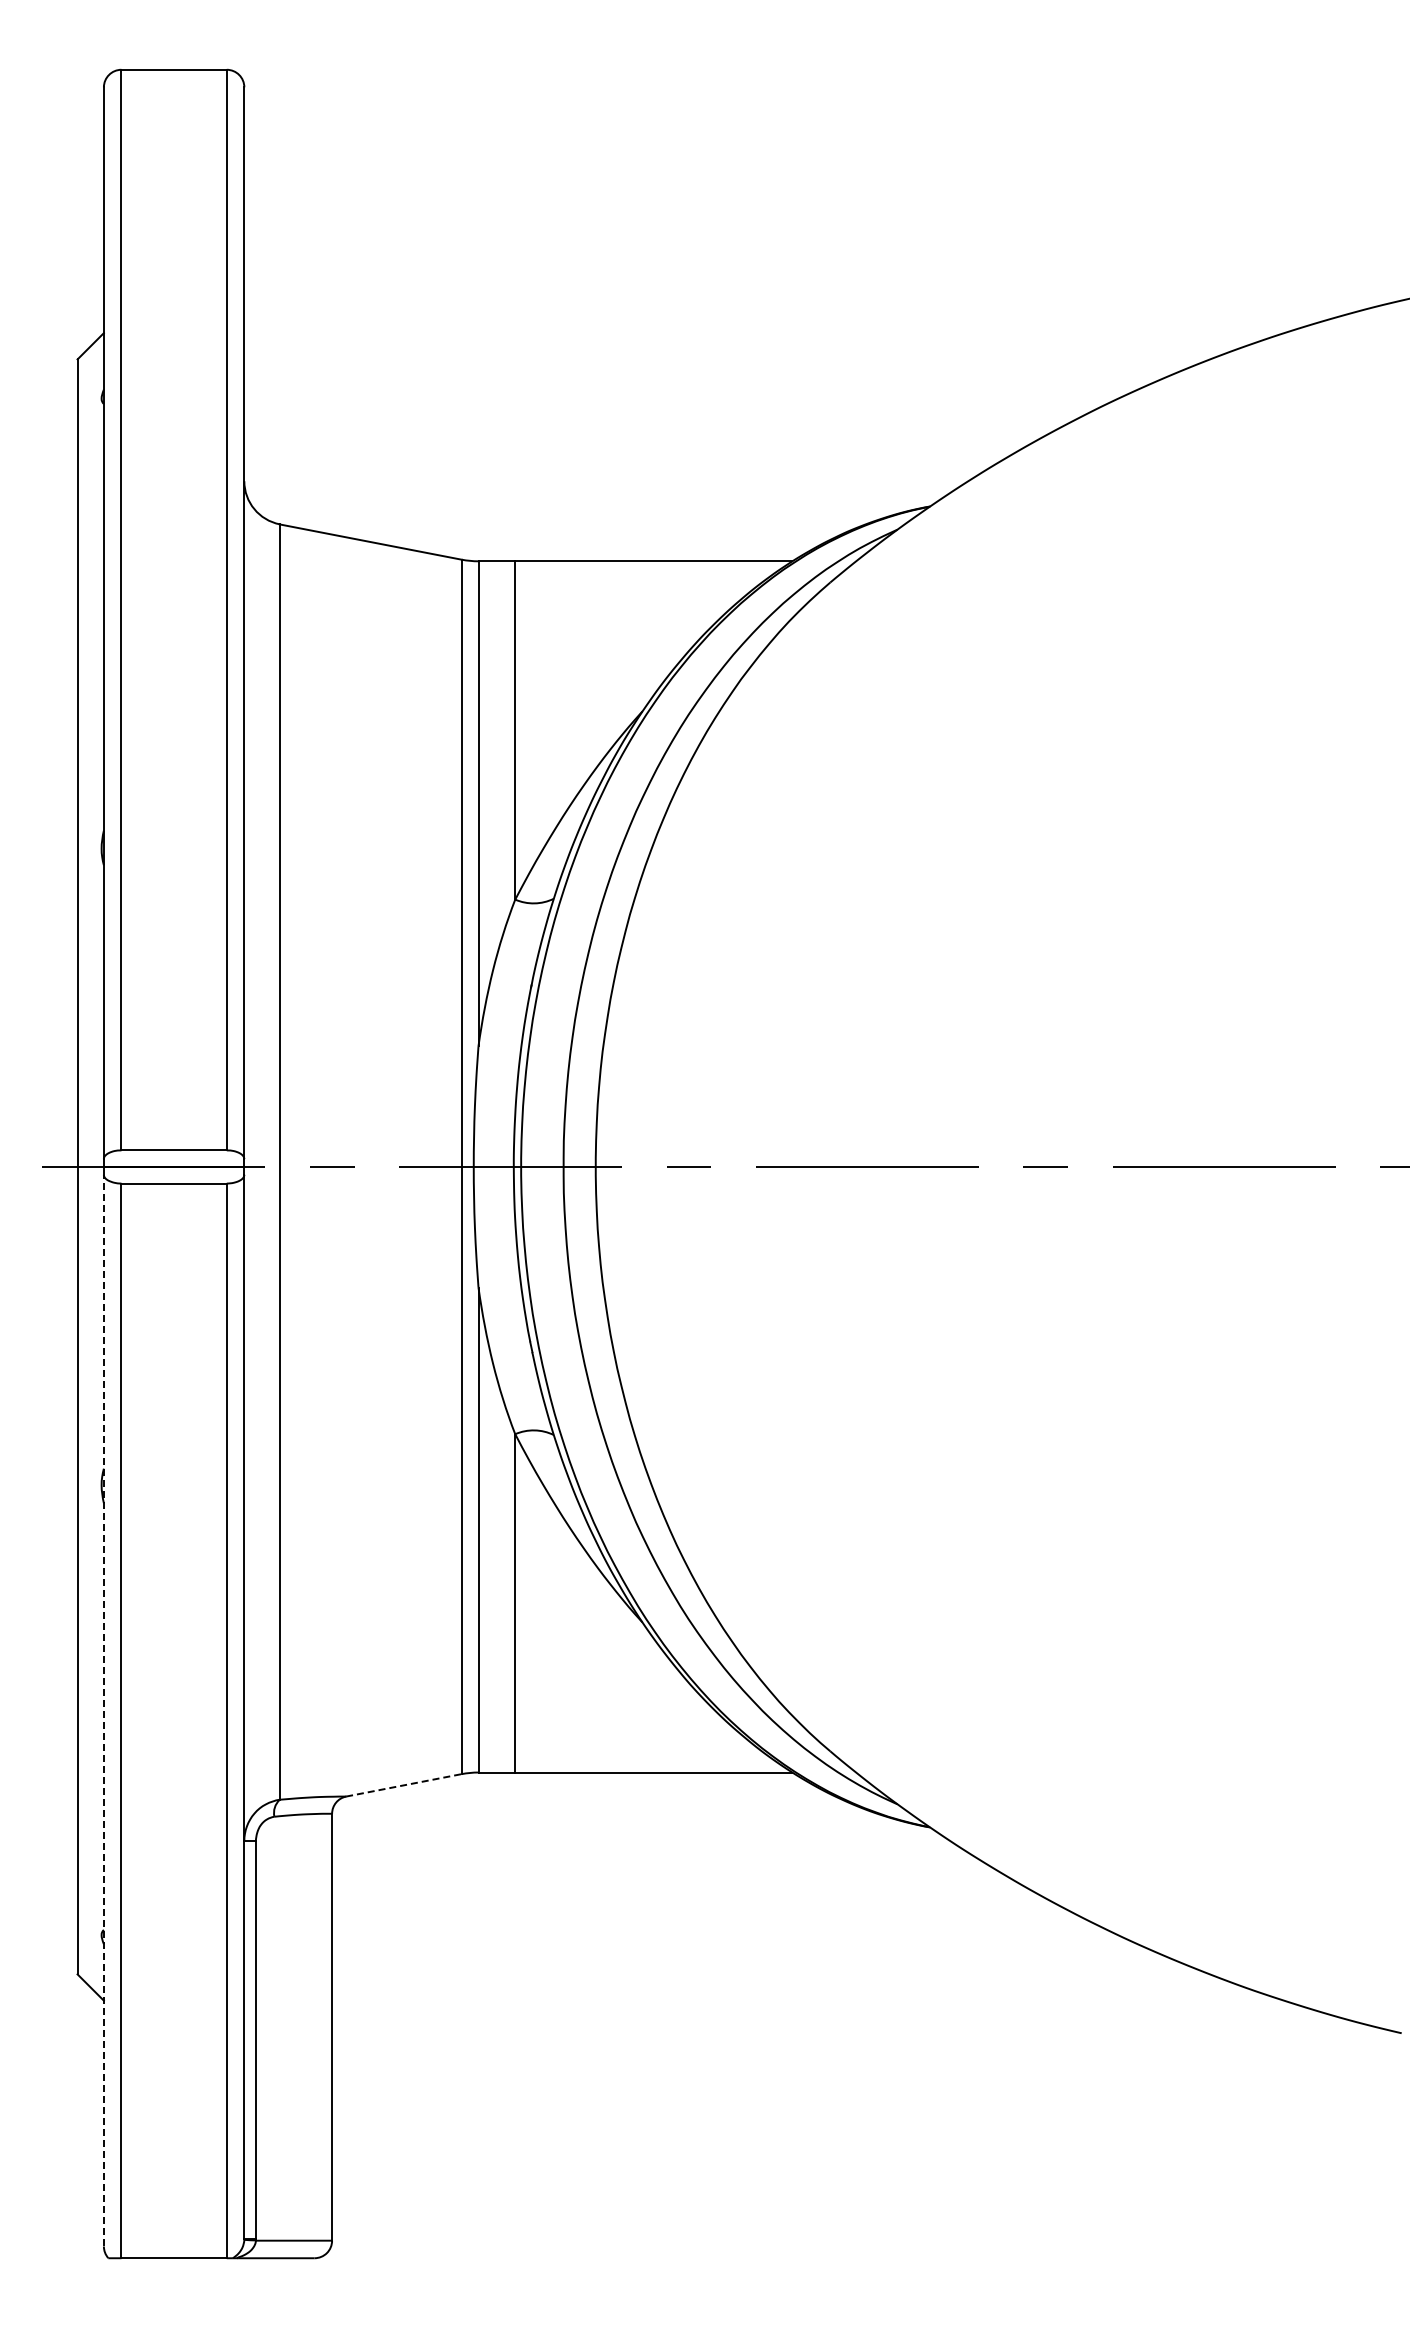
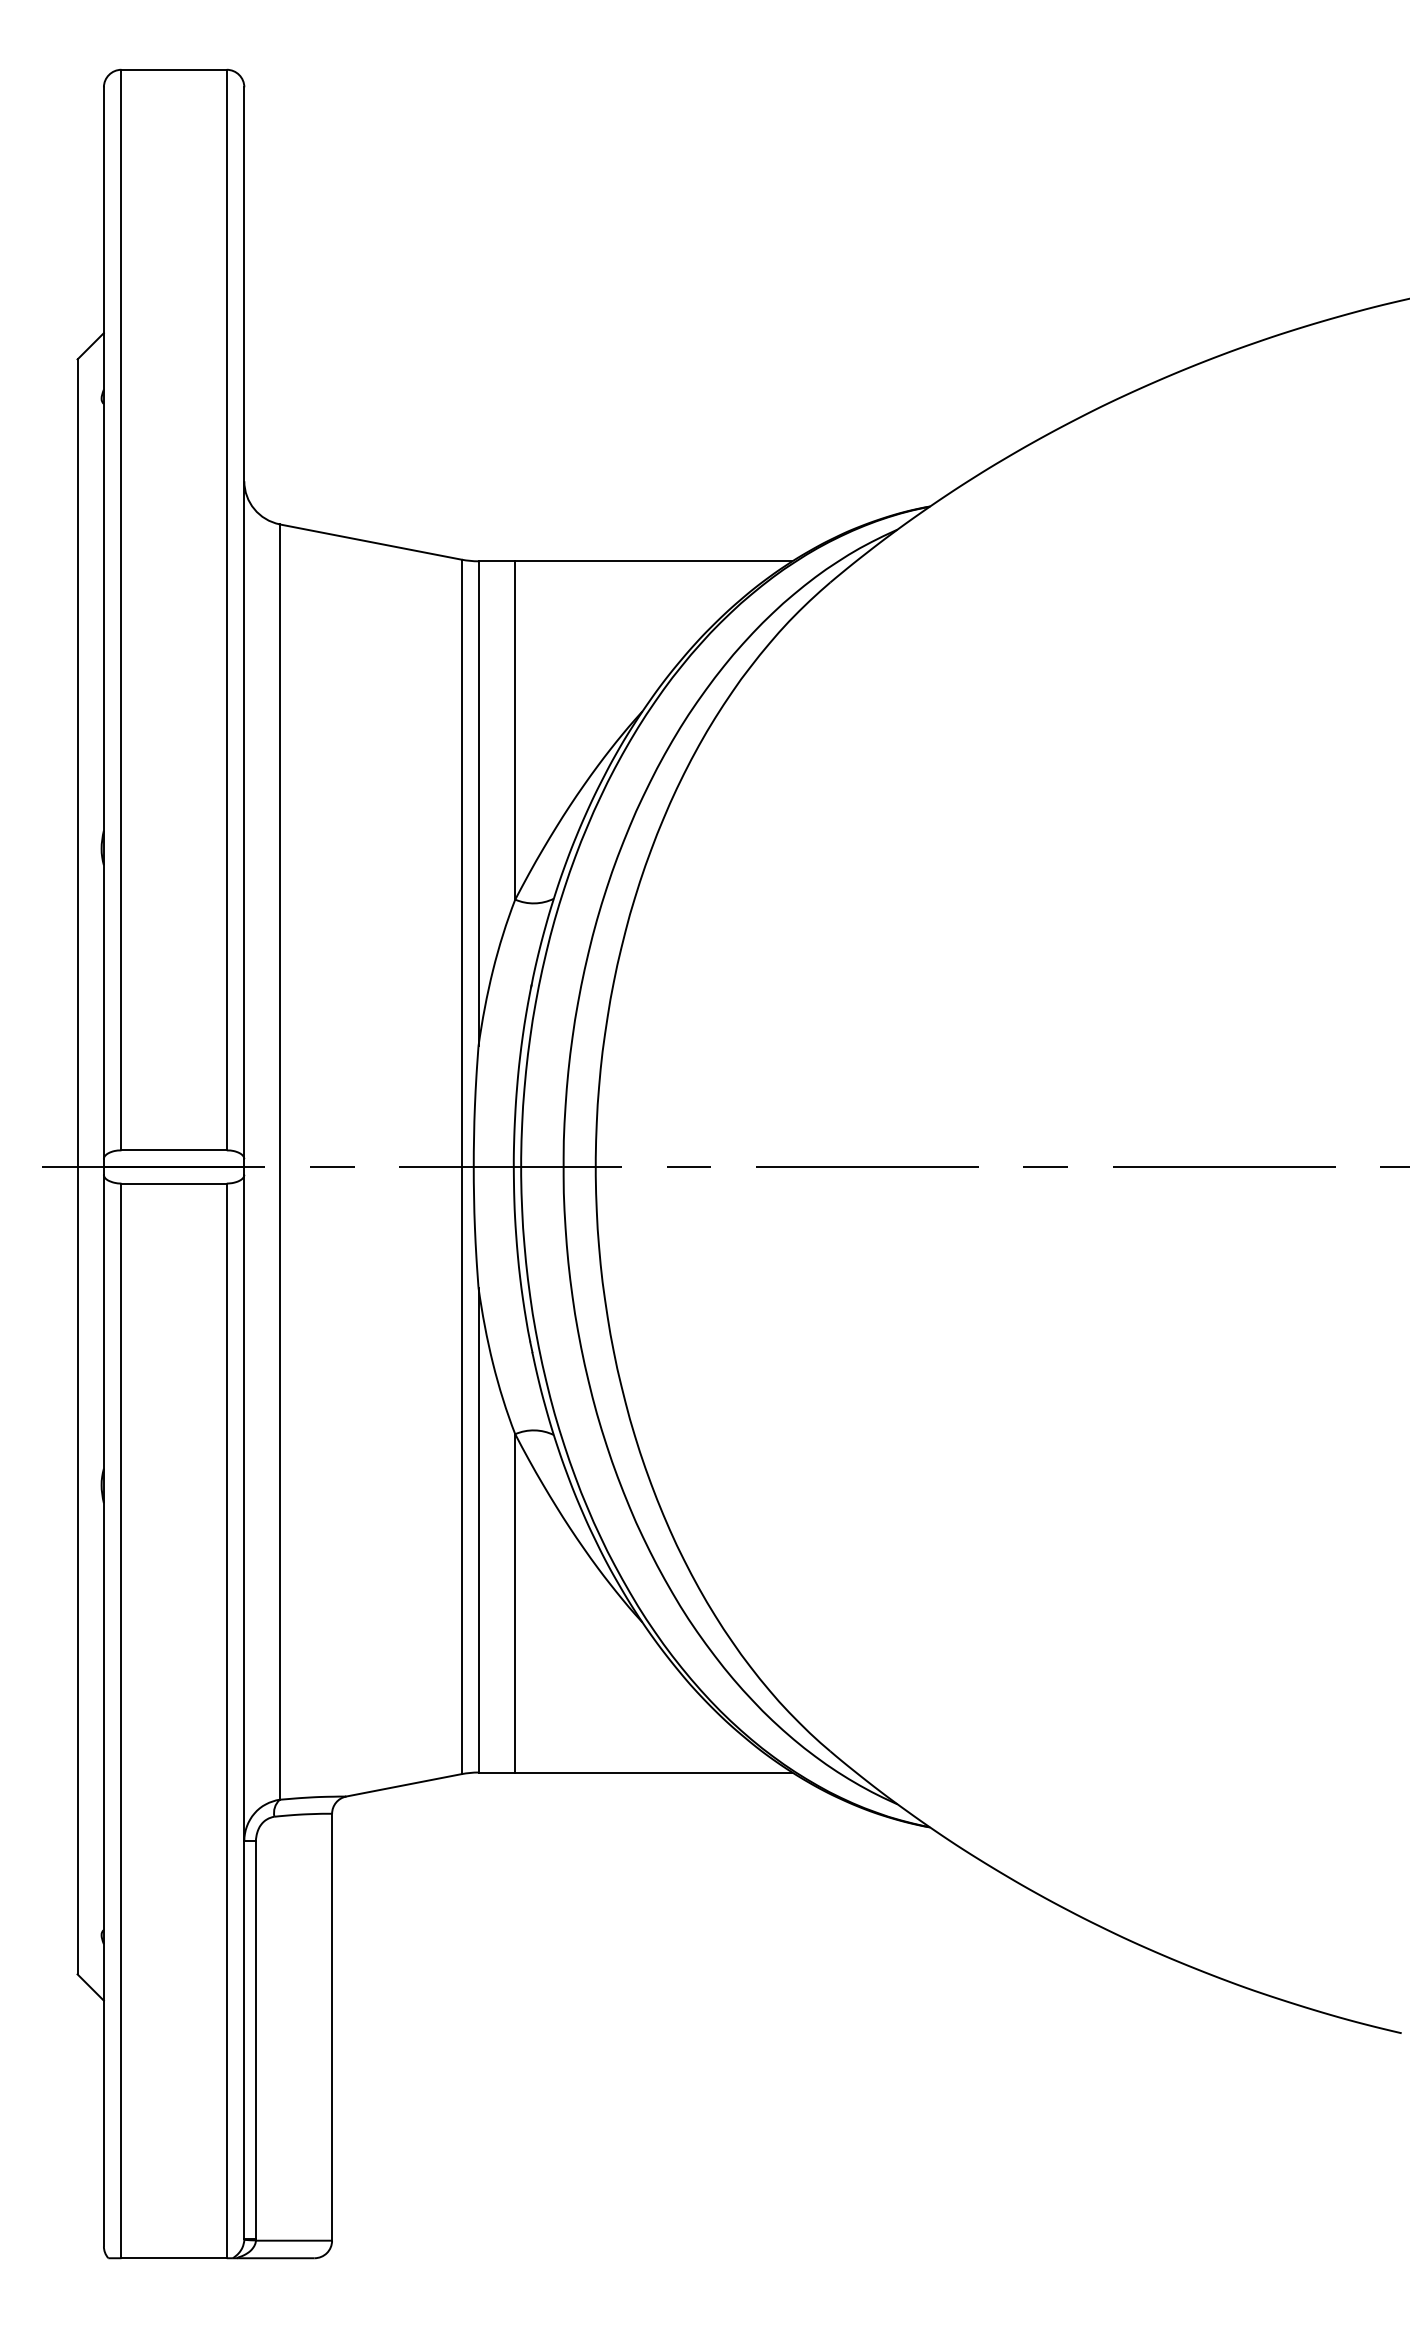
line at (103, 1710): dashed -> solid
line at (403, 1785): dashed -> solid
